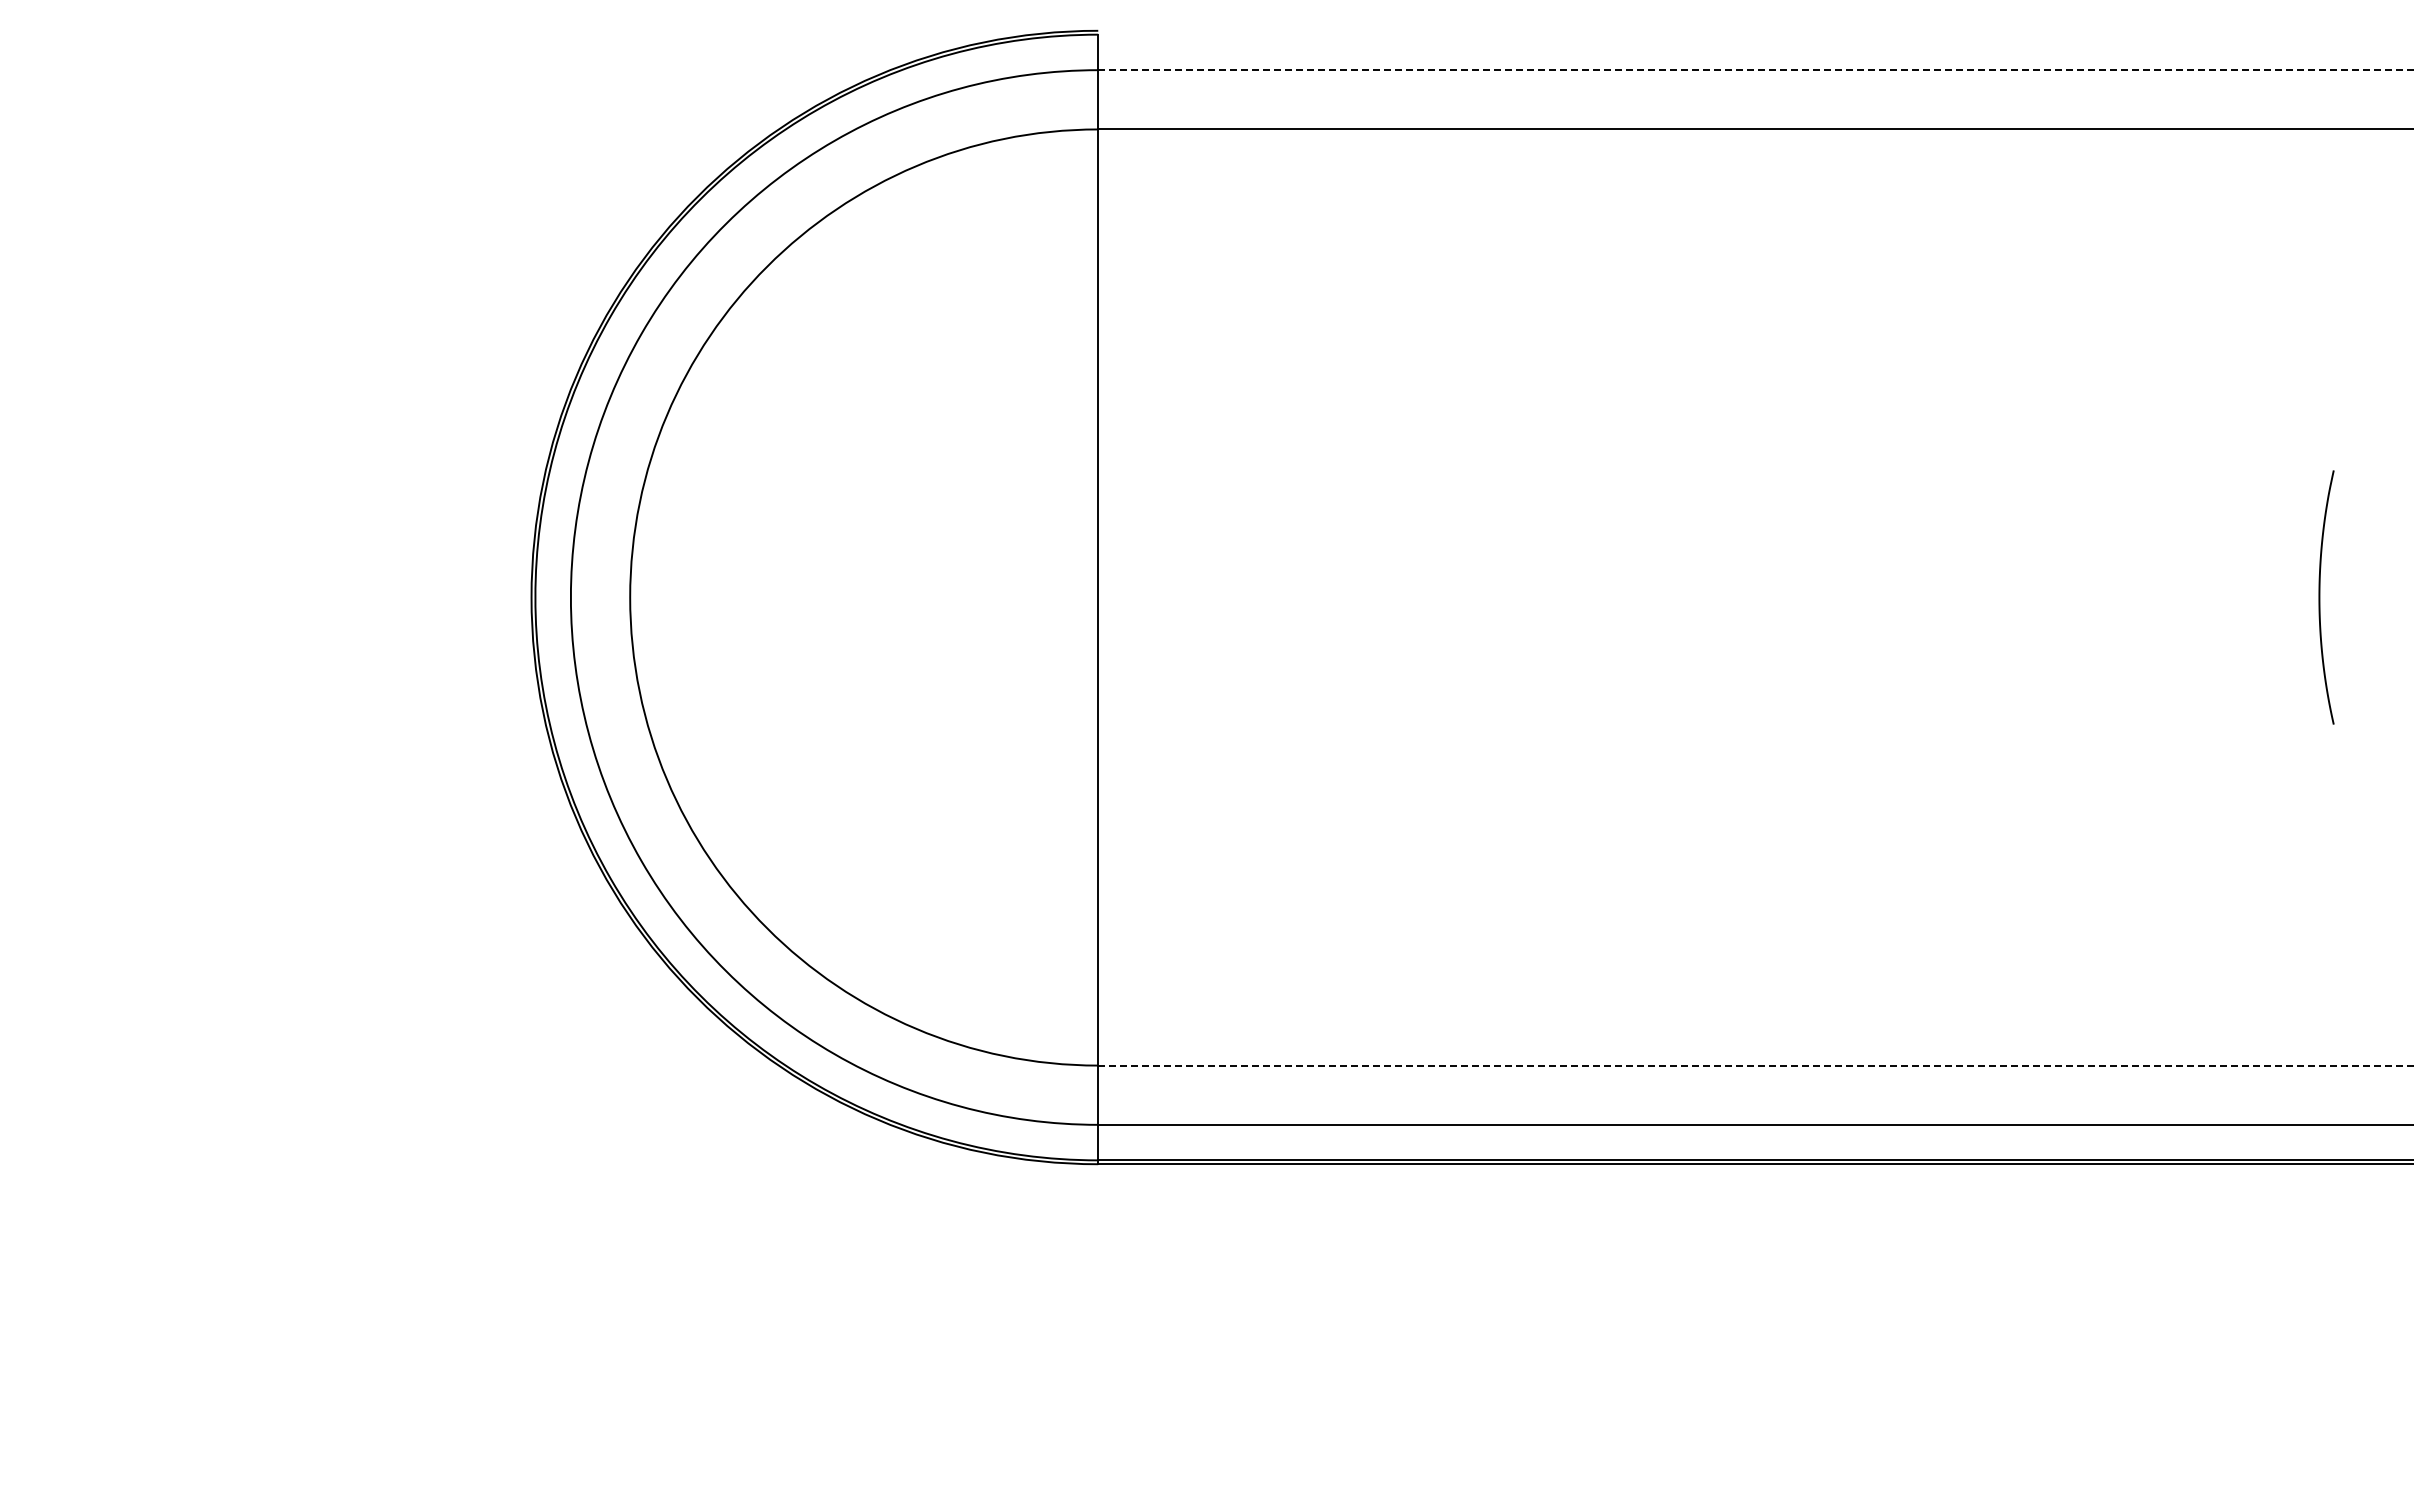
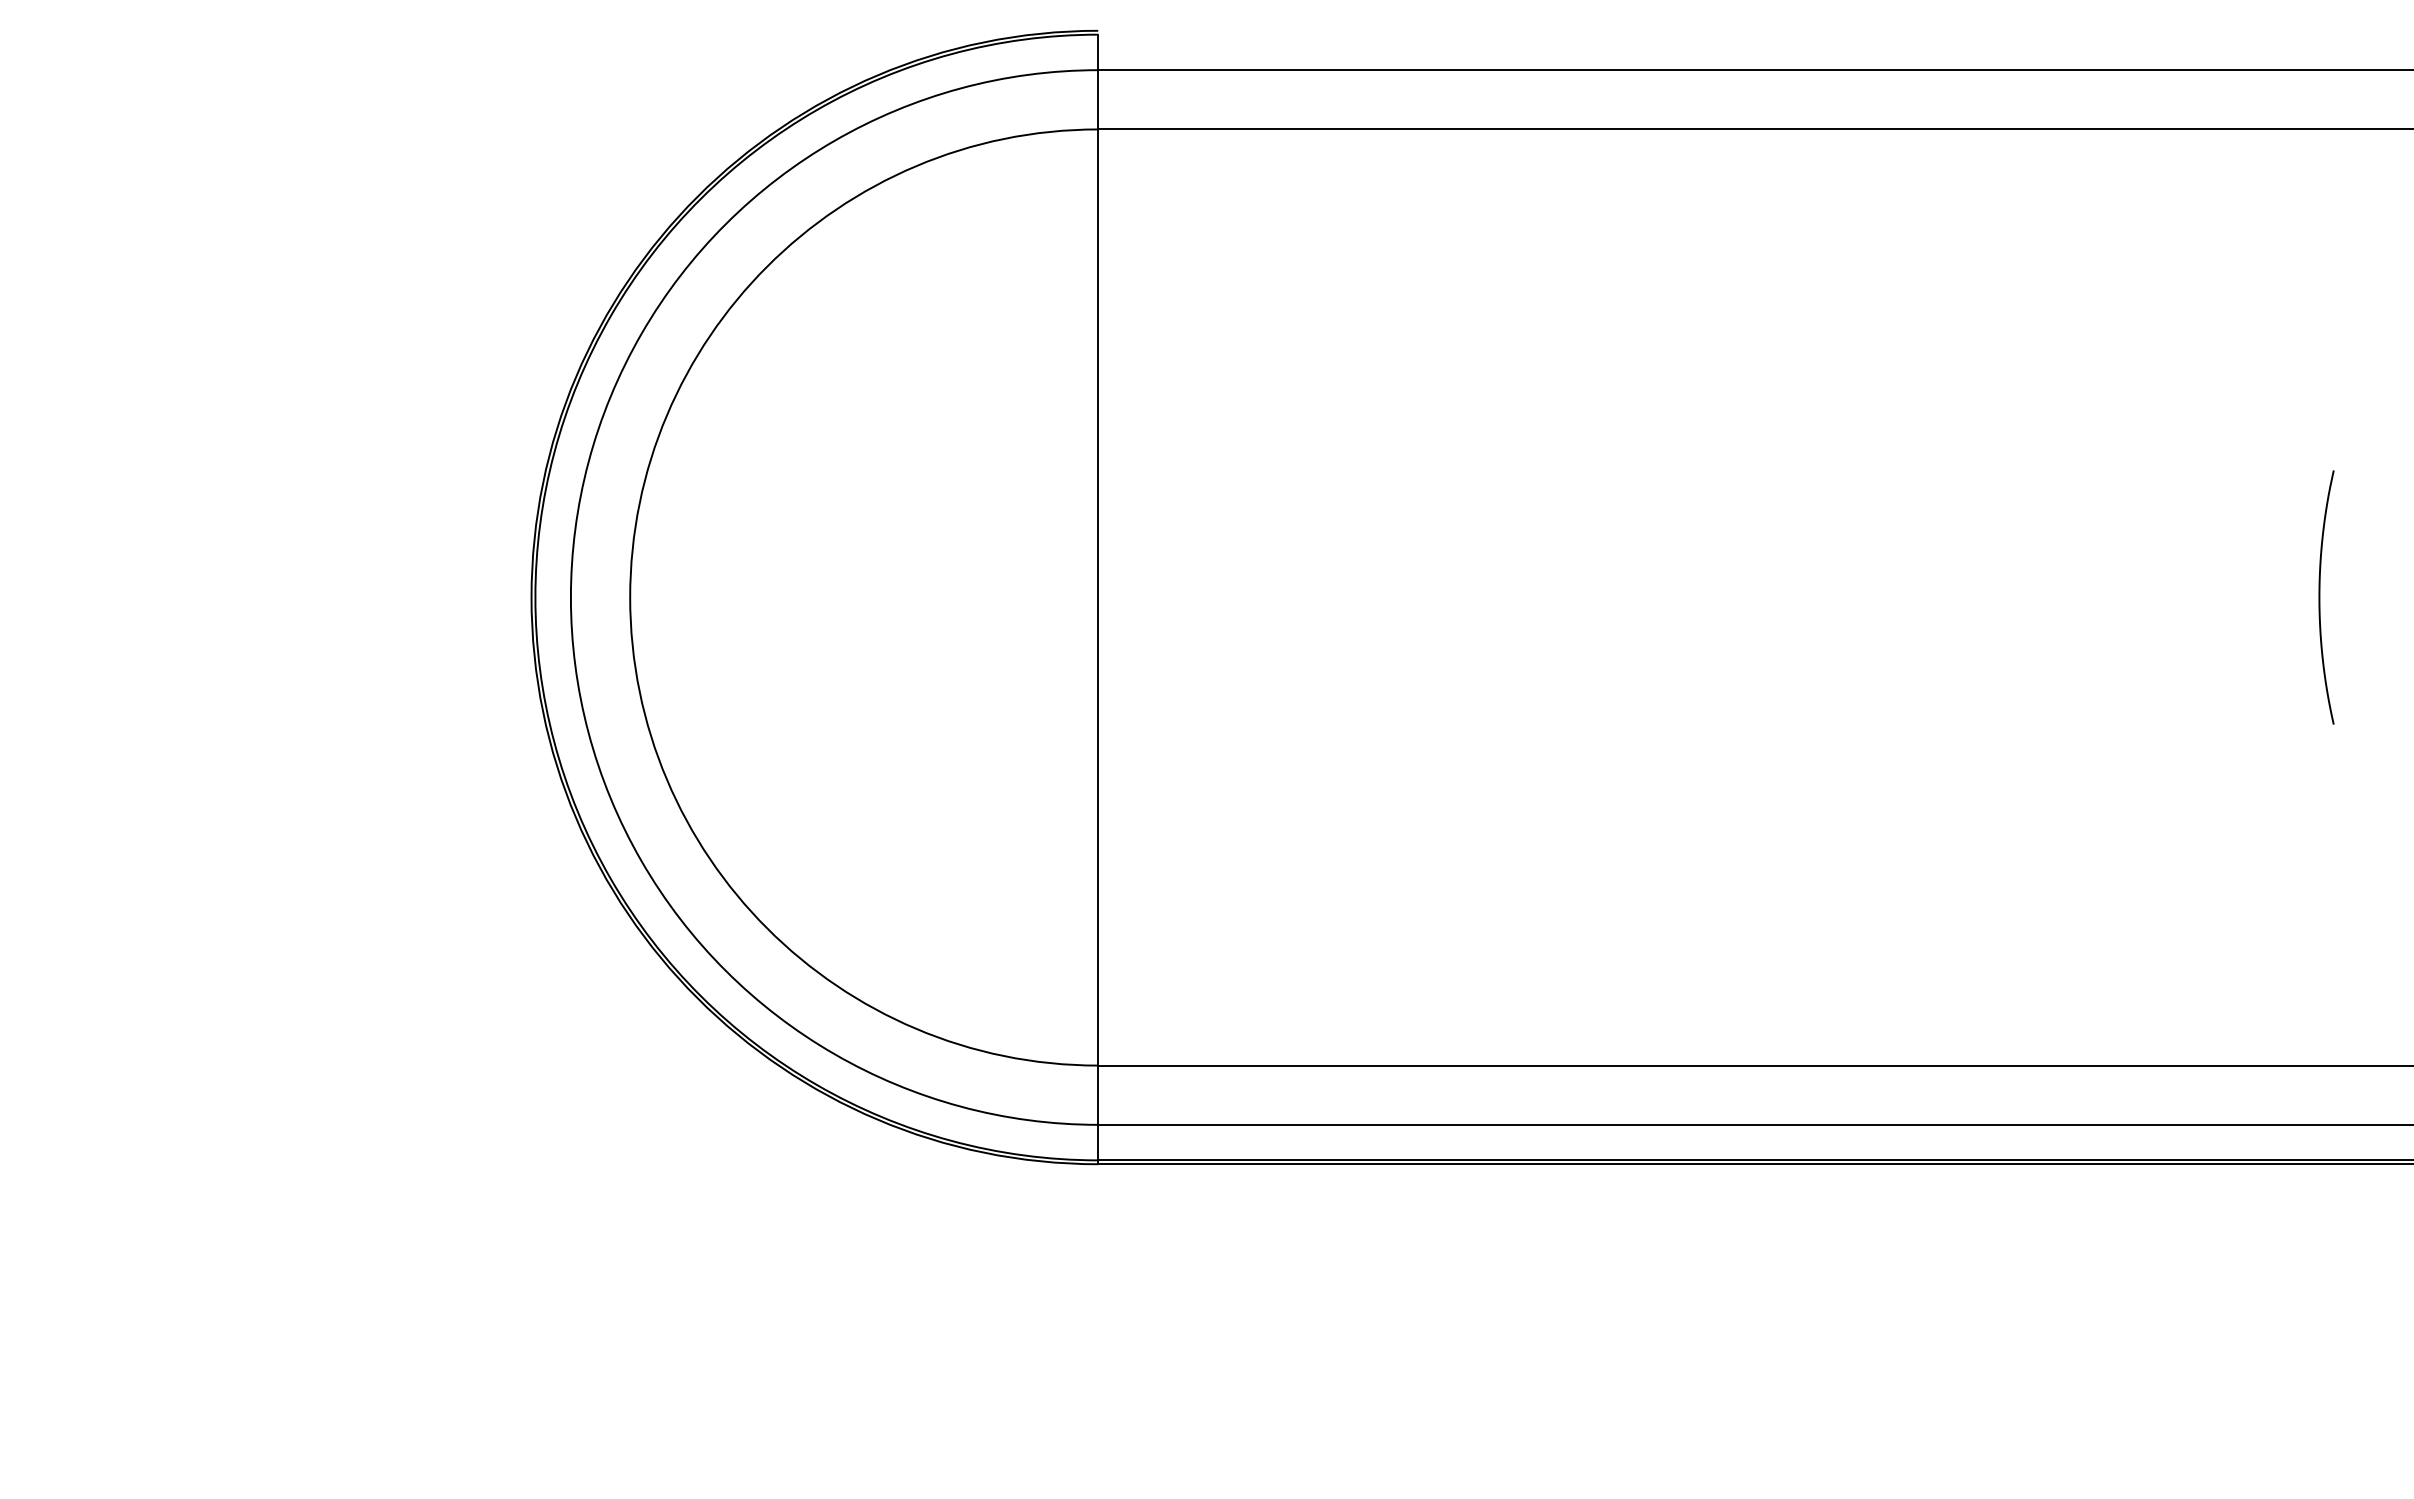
line at (1756, 70): dashed -> solid
line at (1756, 1065): dashed -> solid
